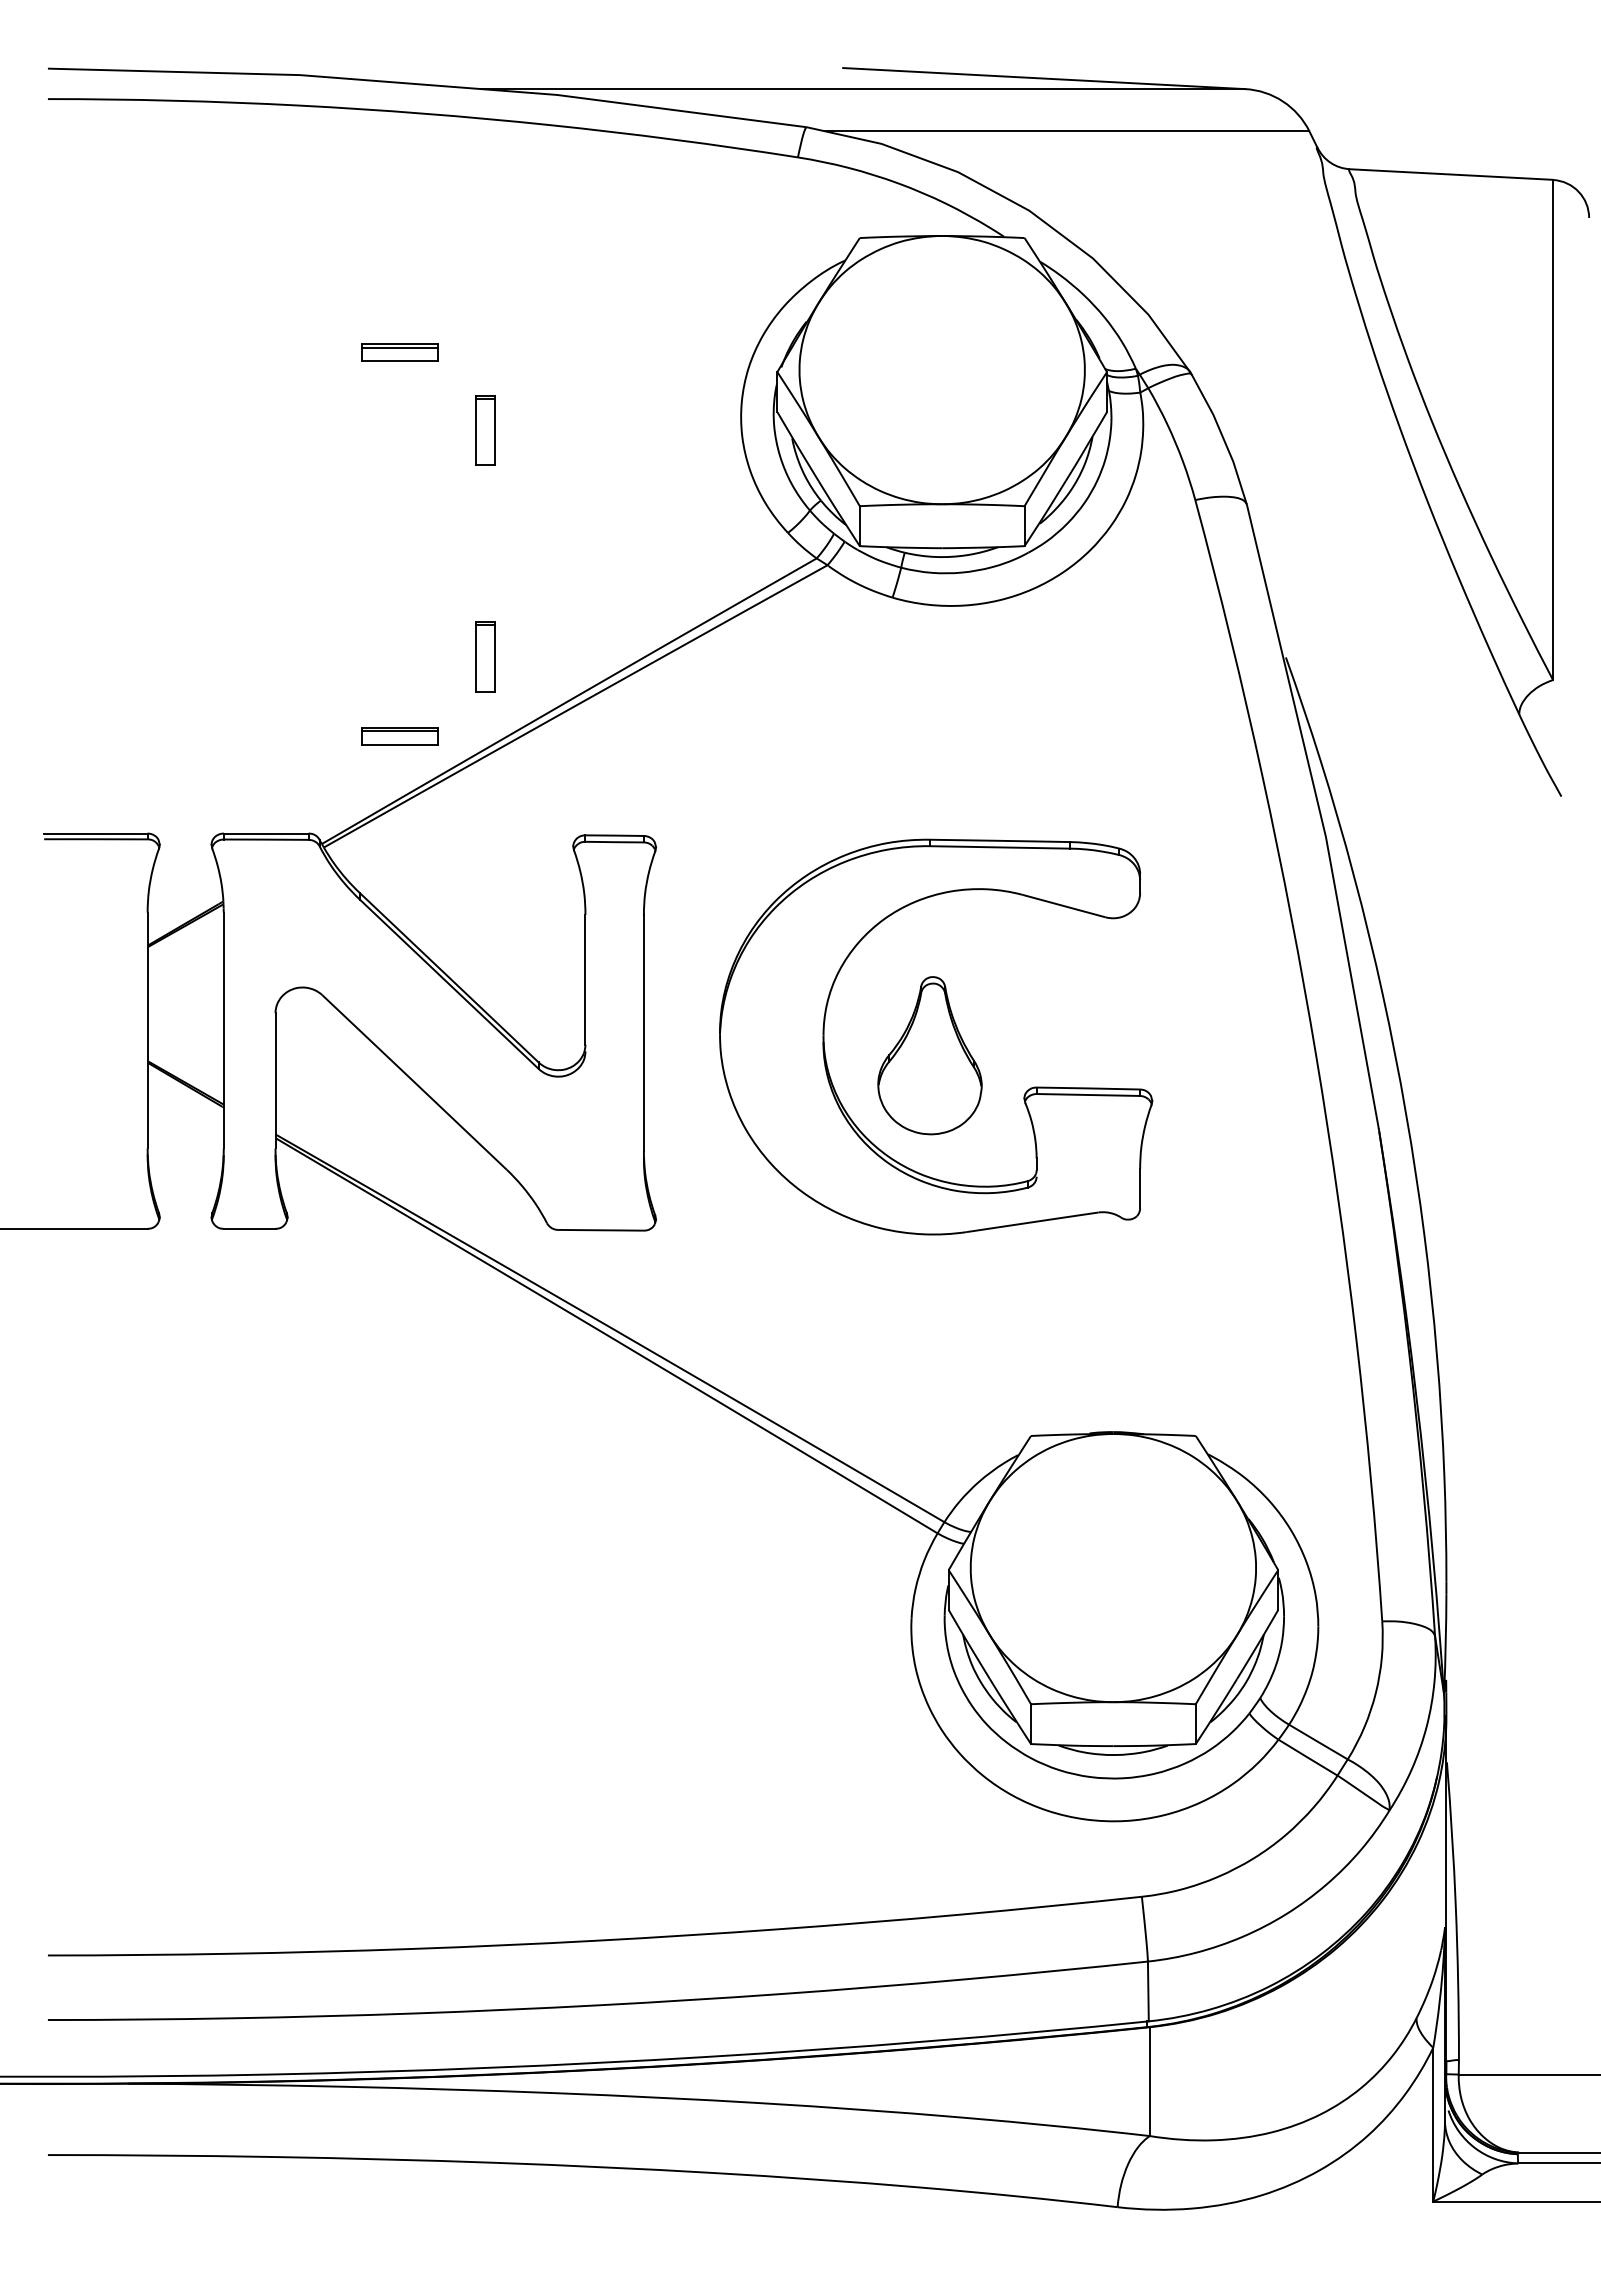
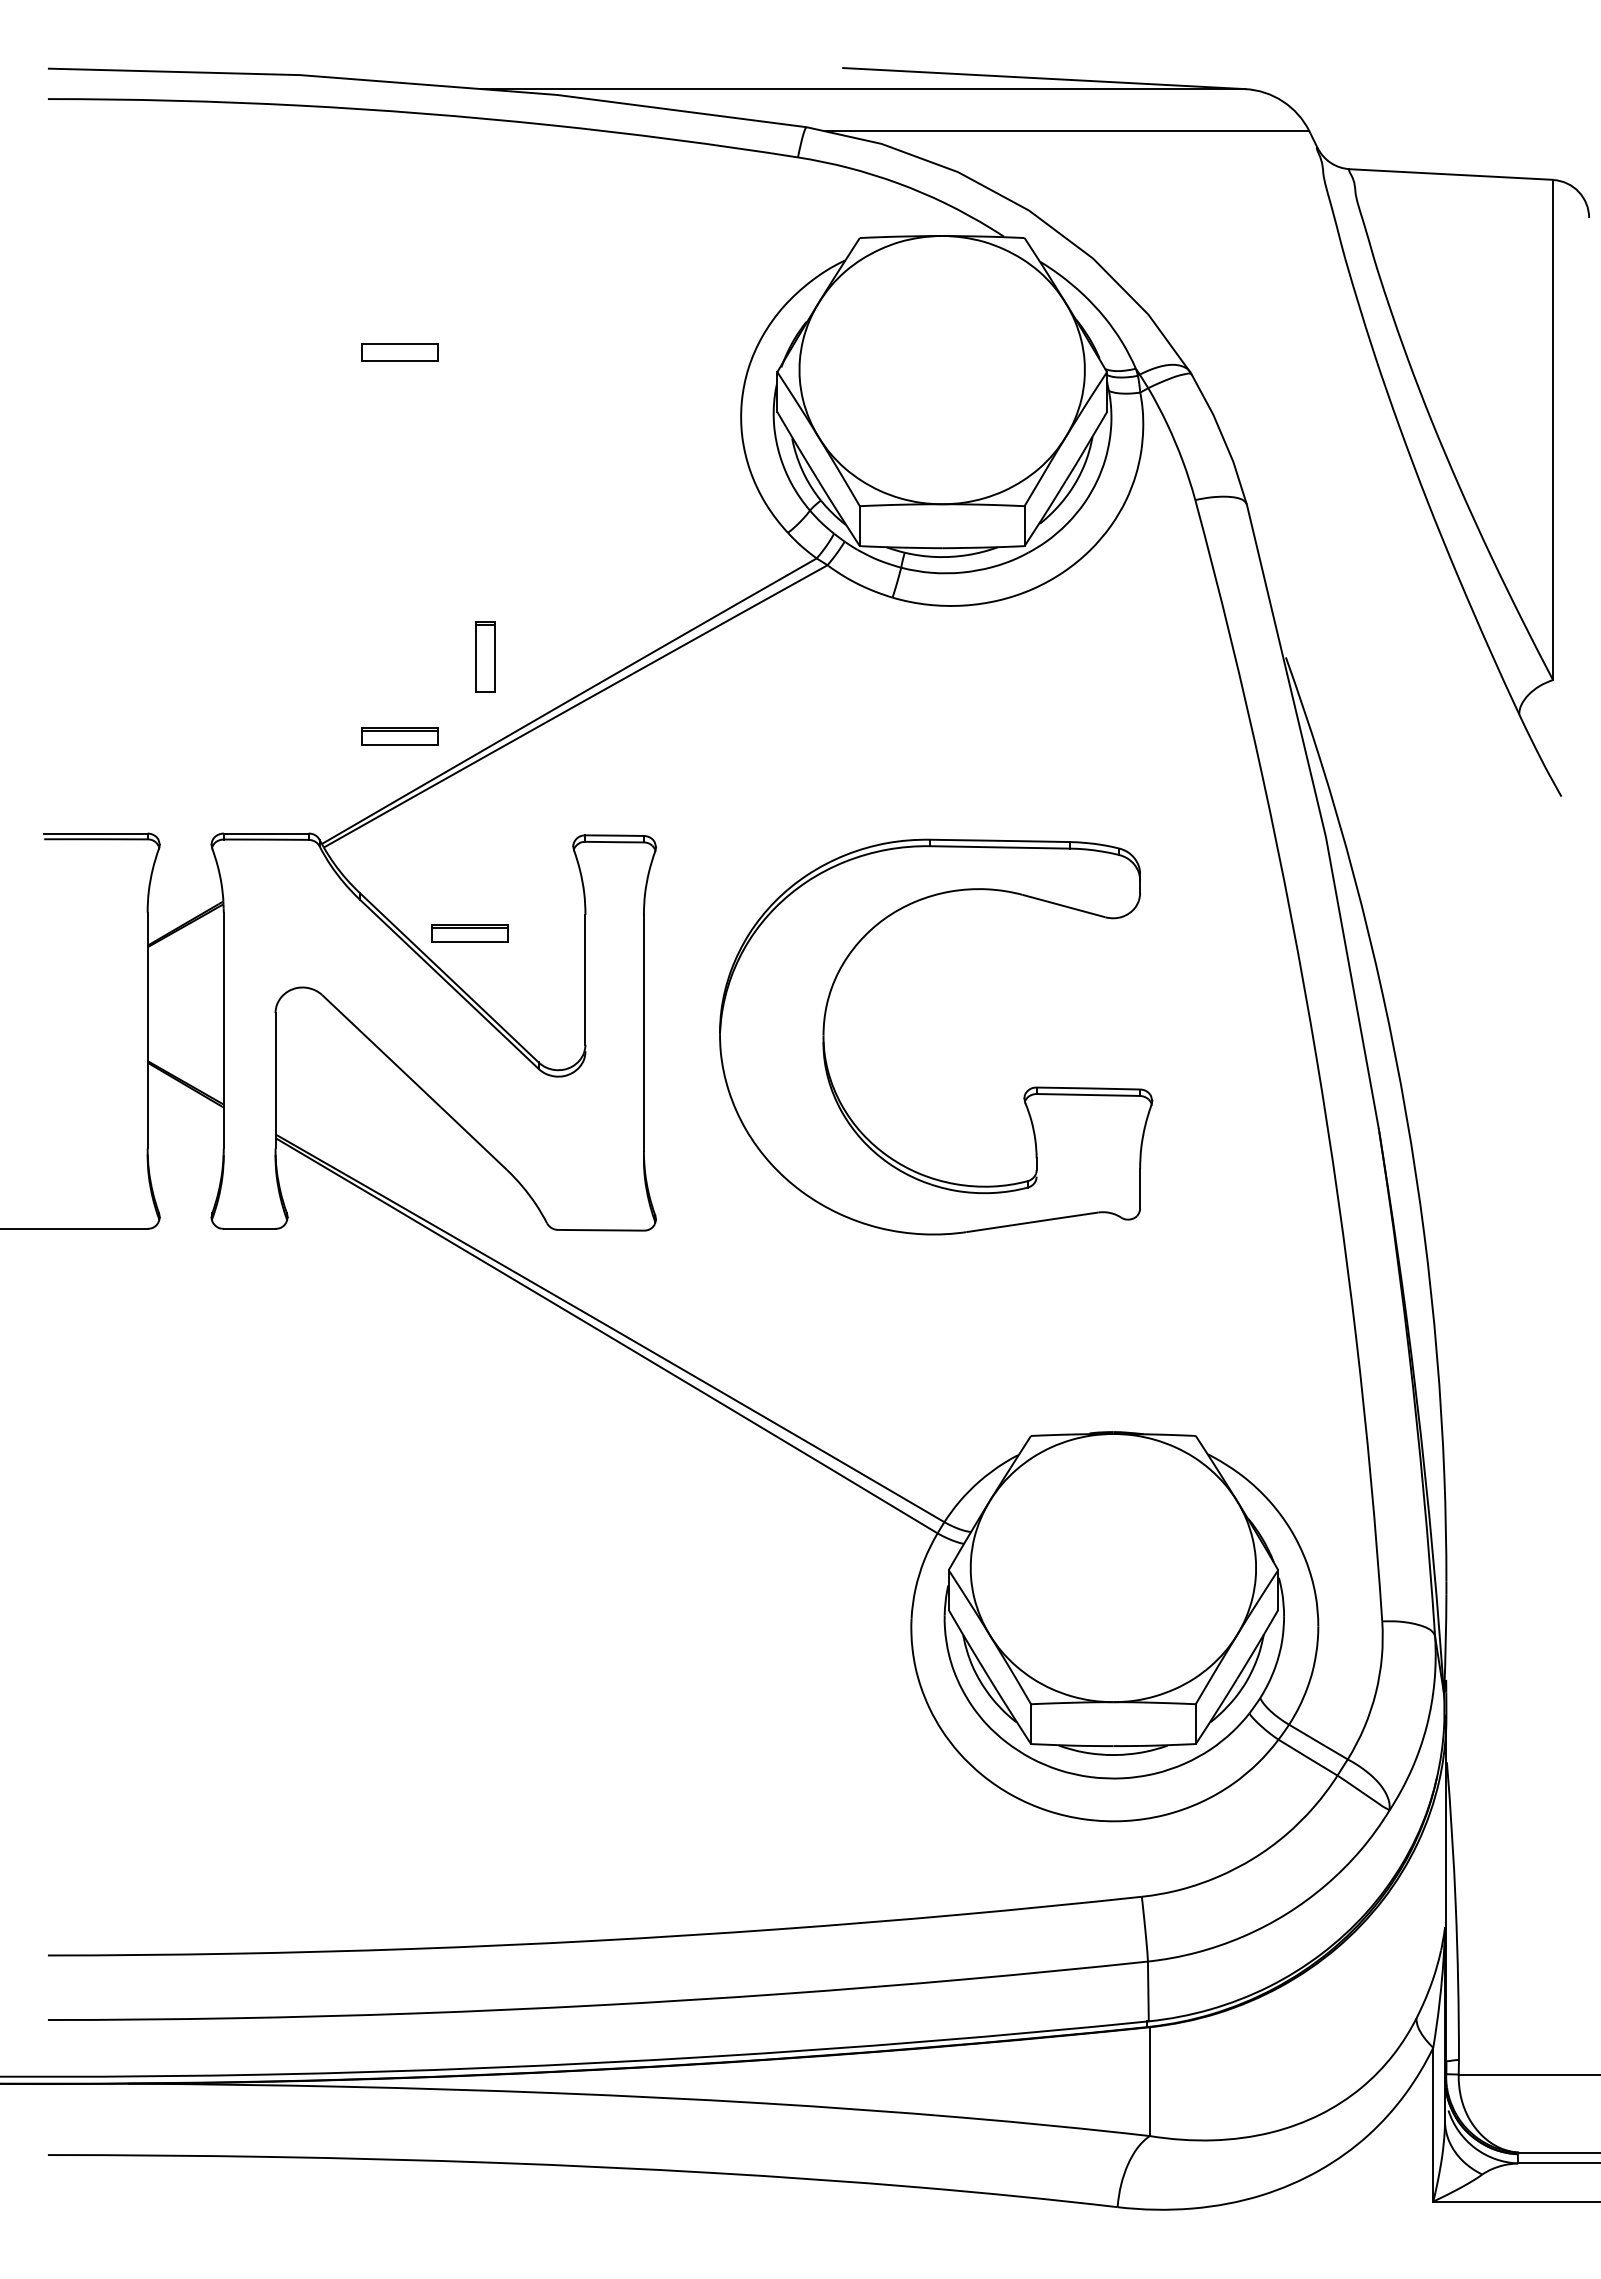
line at (399, 347): present -> none
part at (485, 430): present -> none
part at (469, 933): none -> present
part at (929, 1055): present -> none
